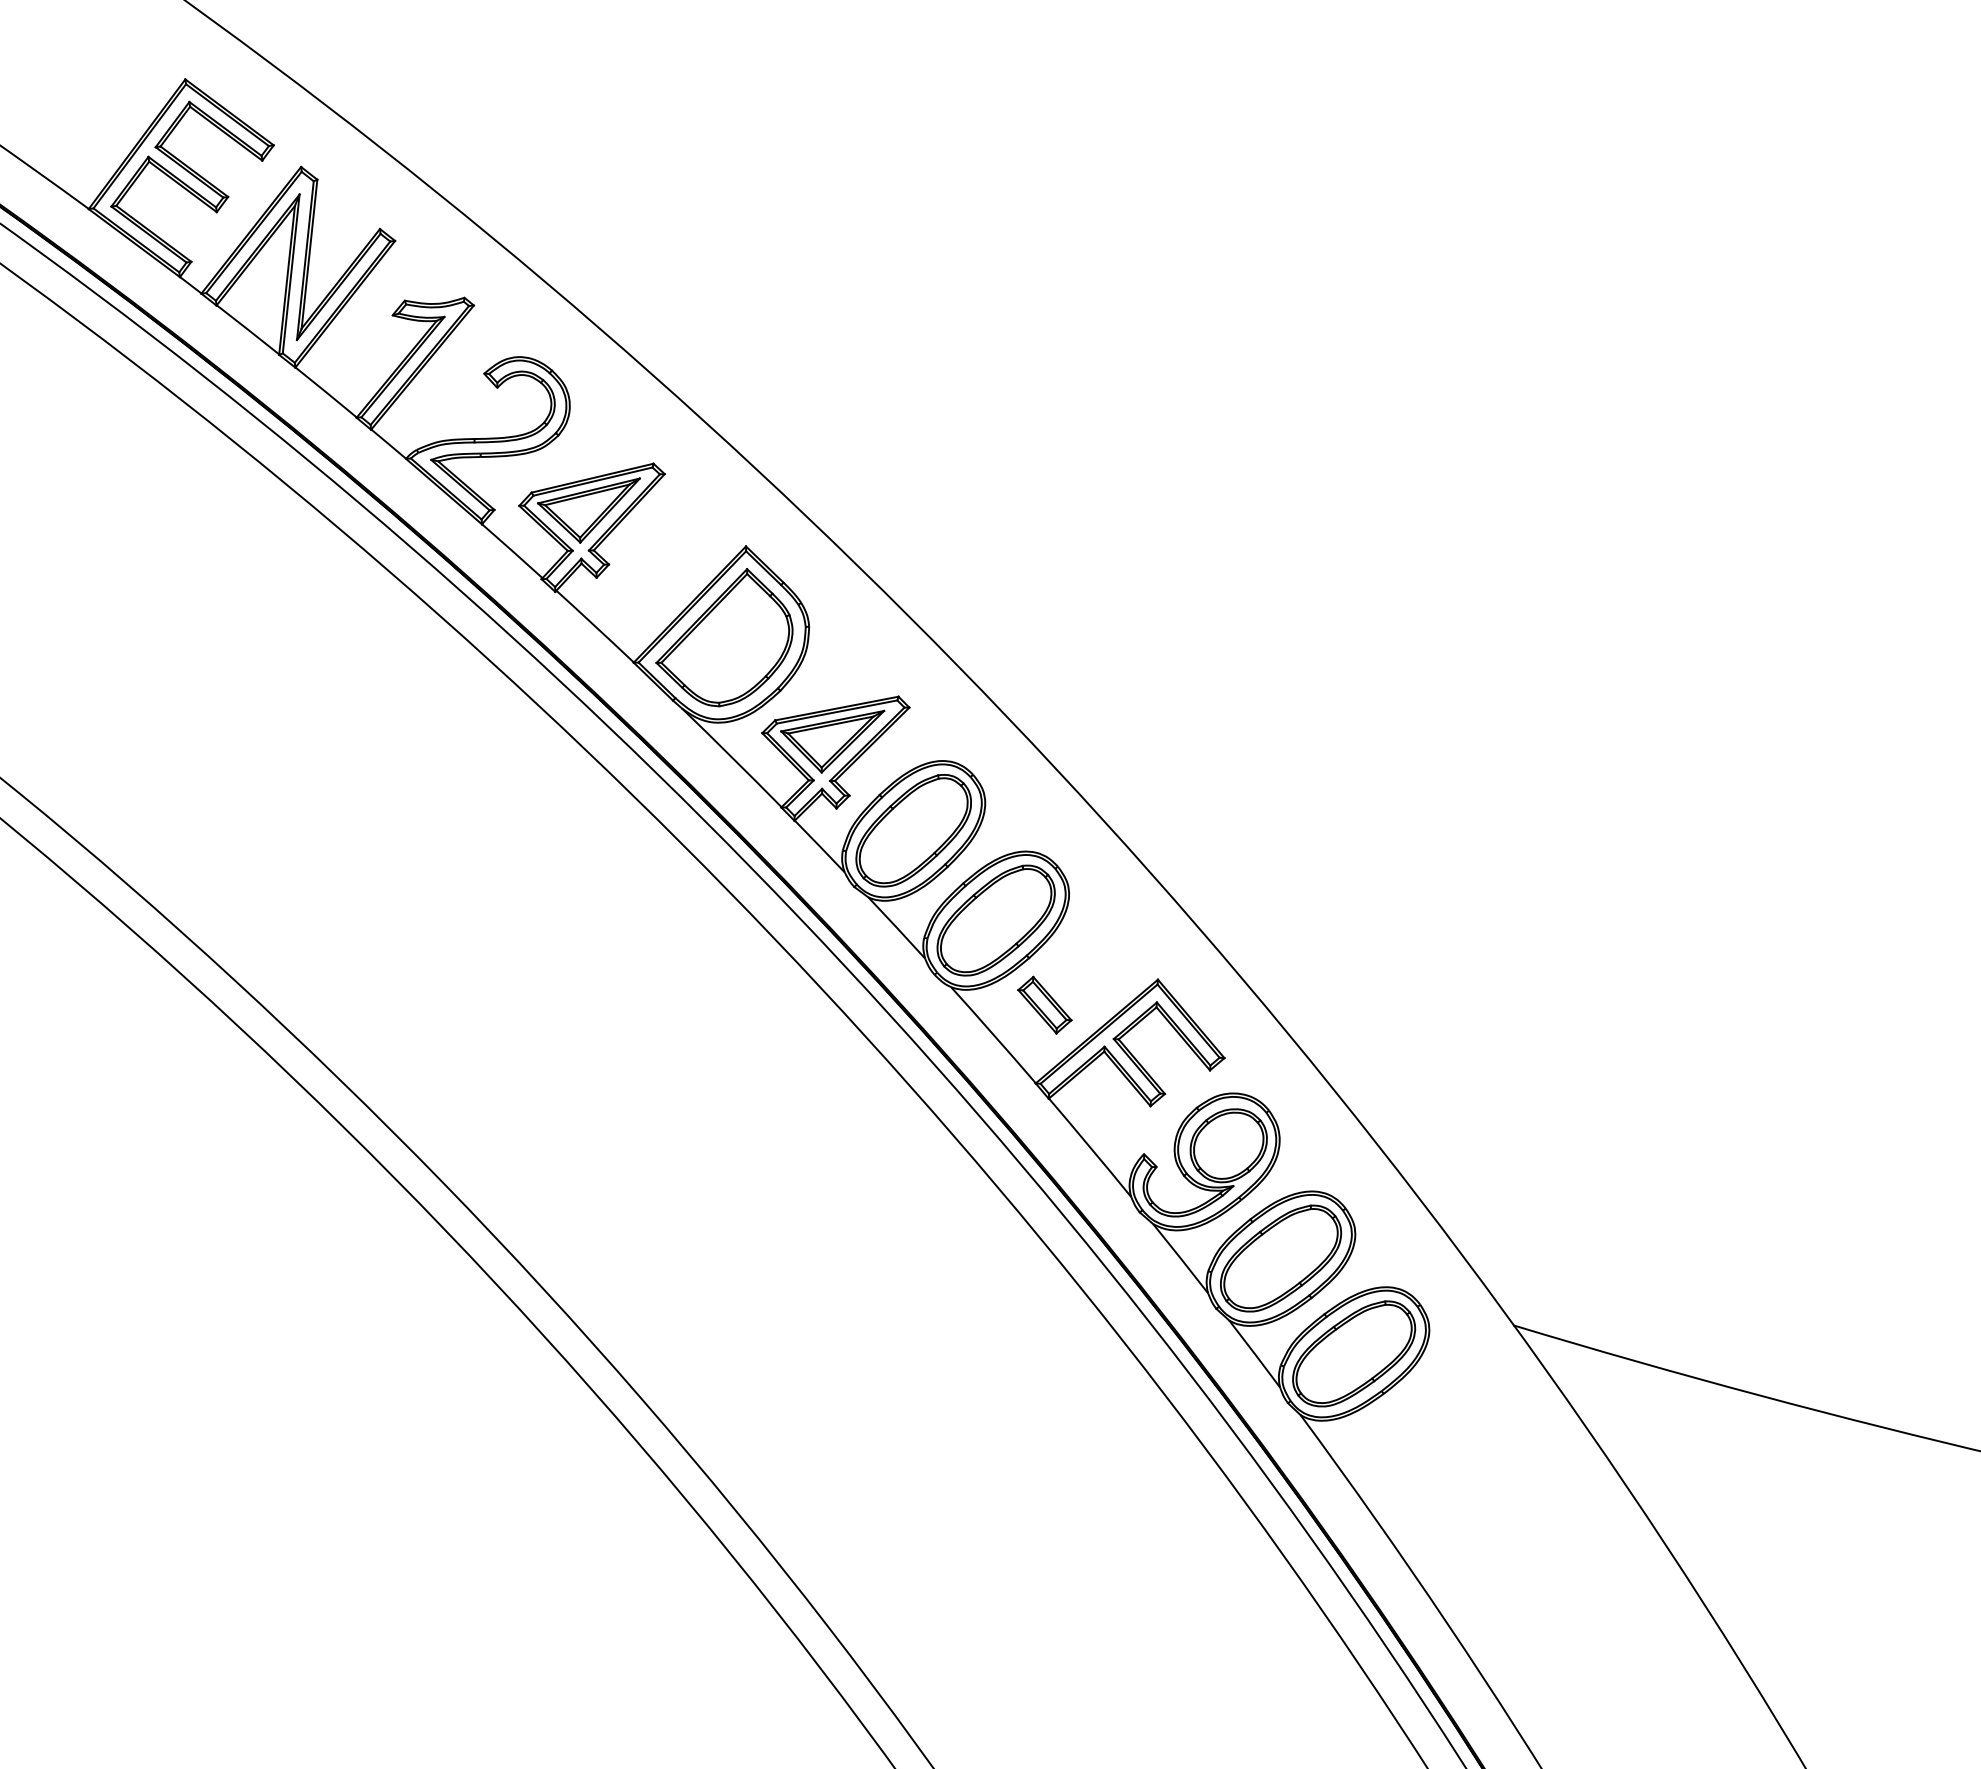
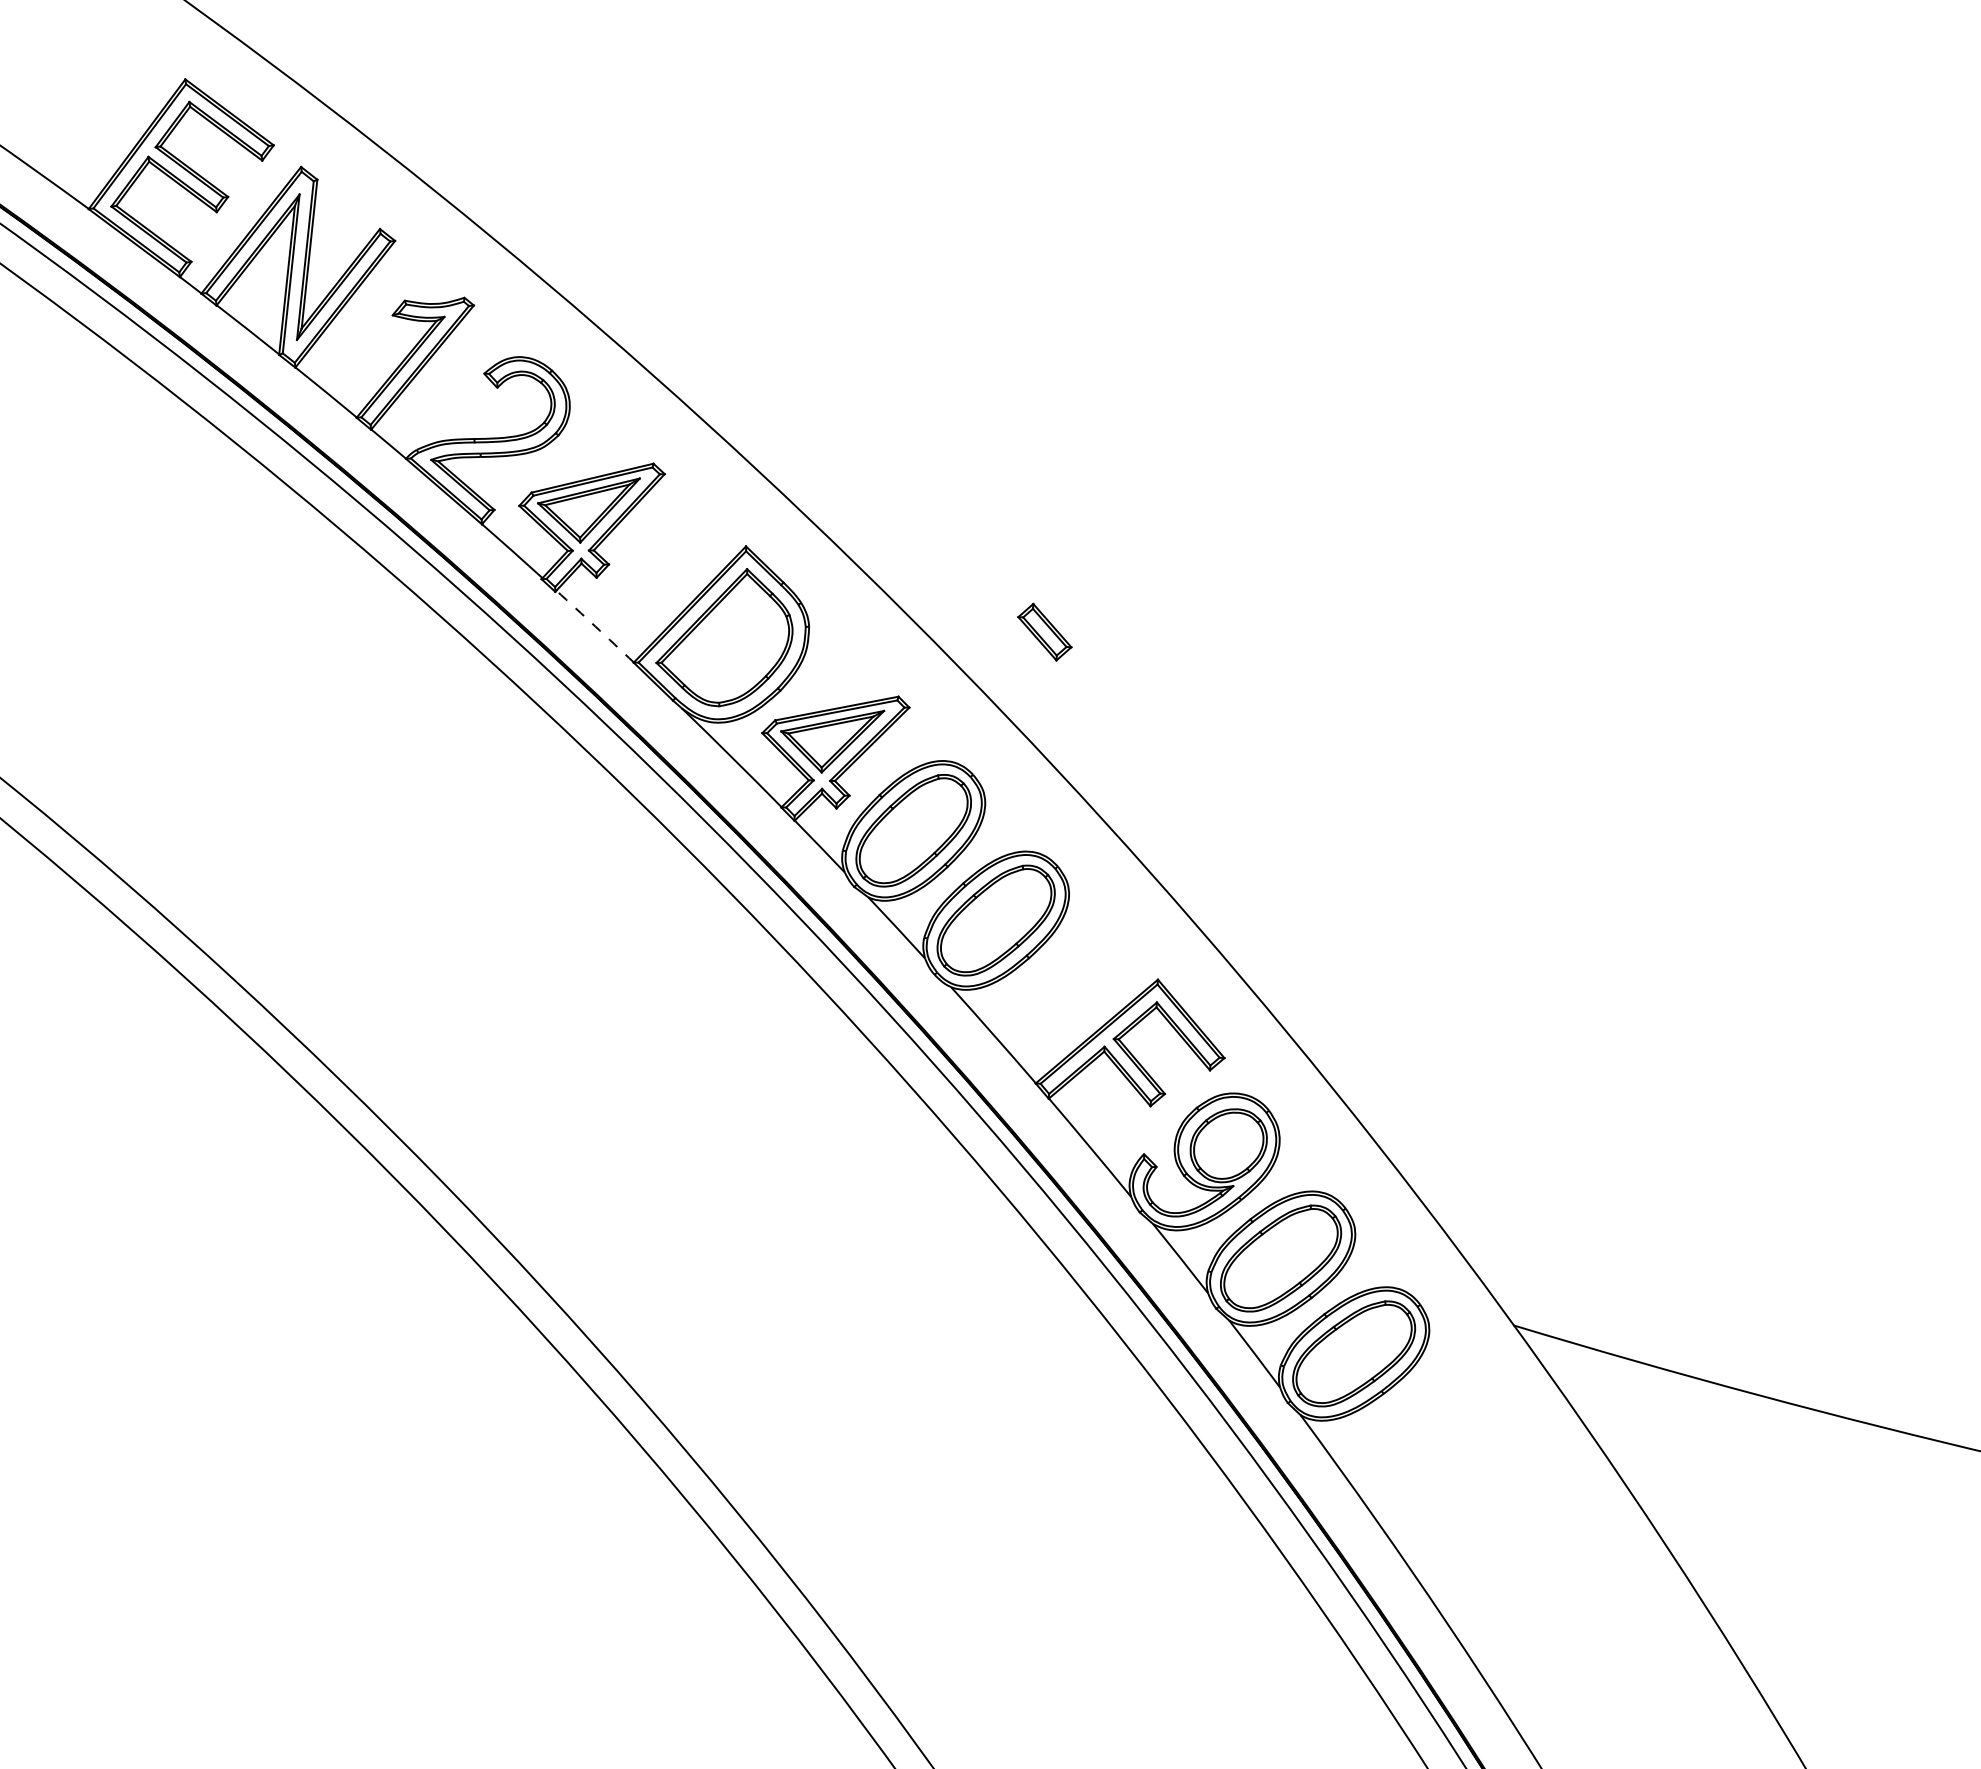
arc at (595, 626): solid -> dashed
part at (1044, 1004) position: (1044, 1004) -> (1044, 631)
